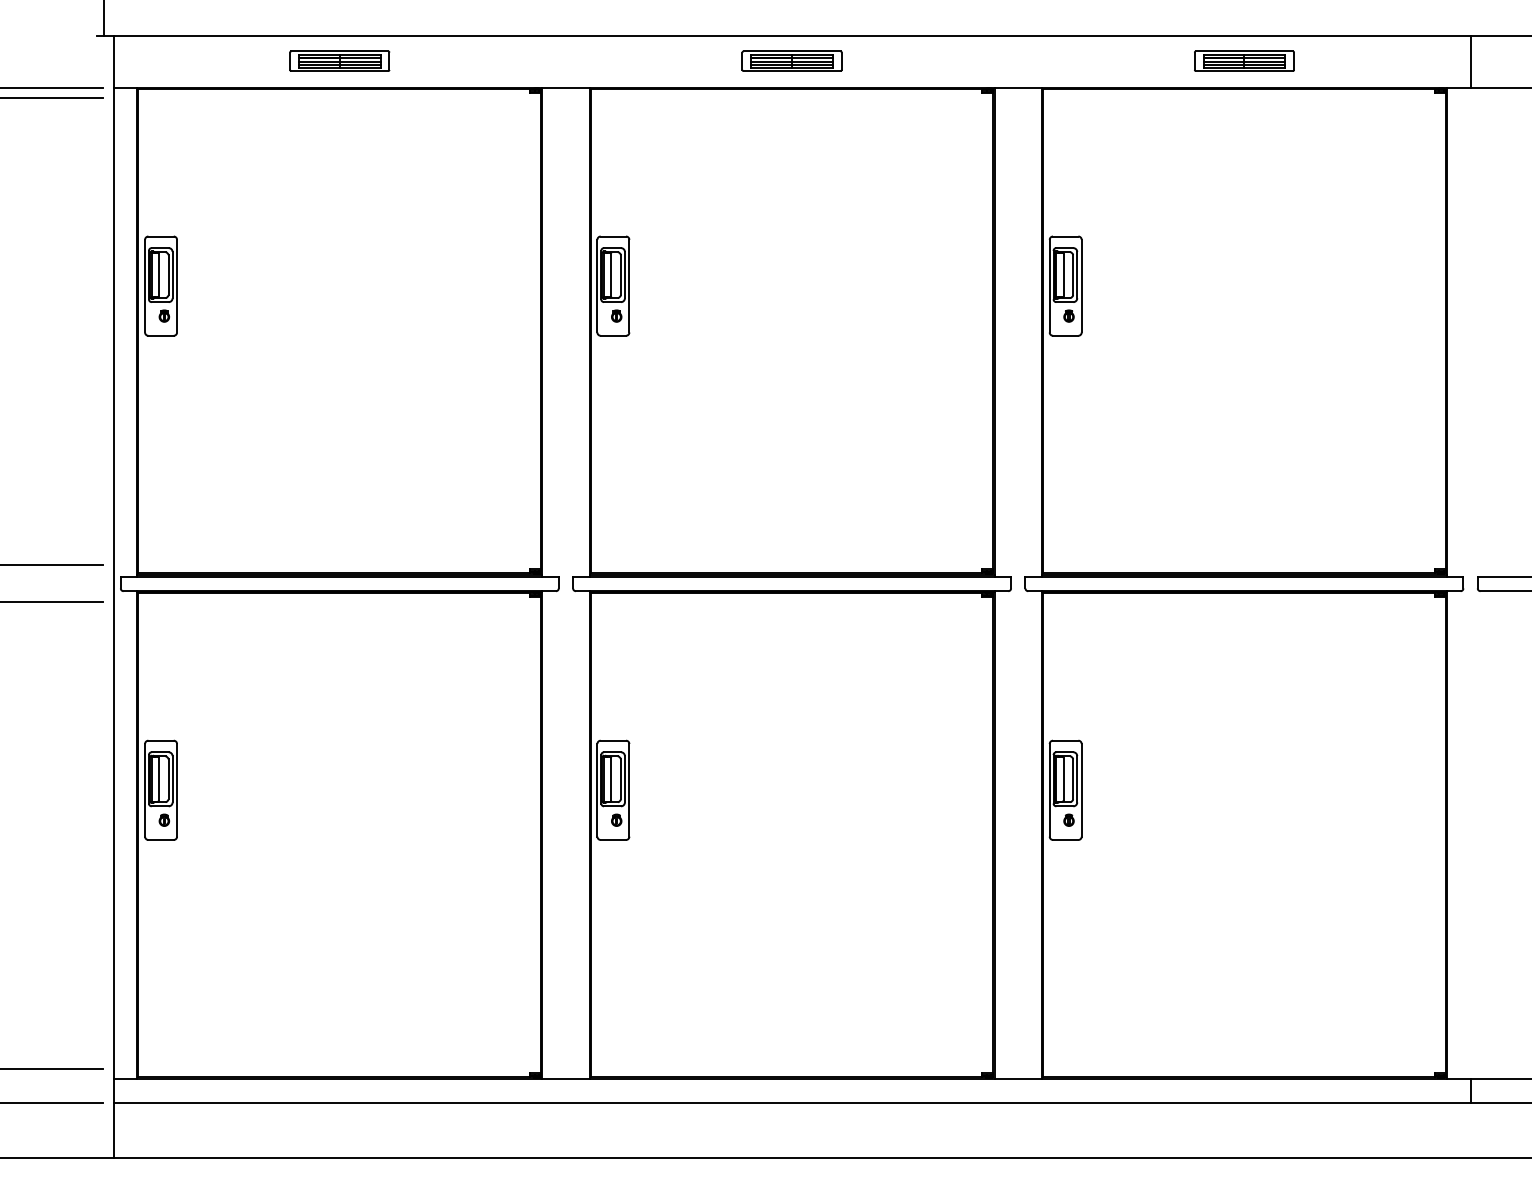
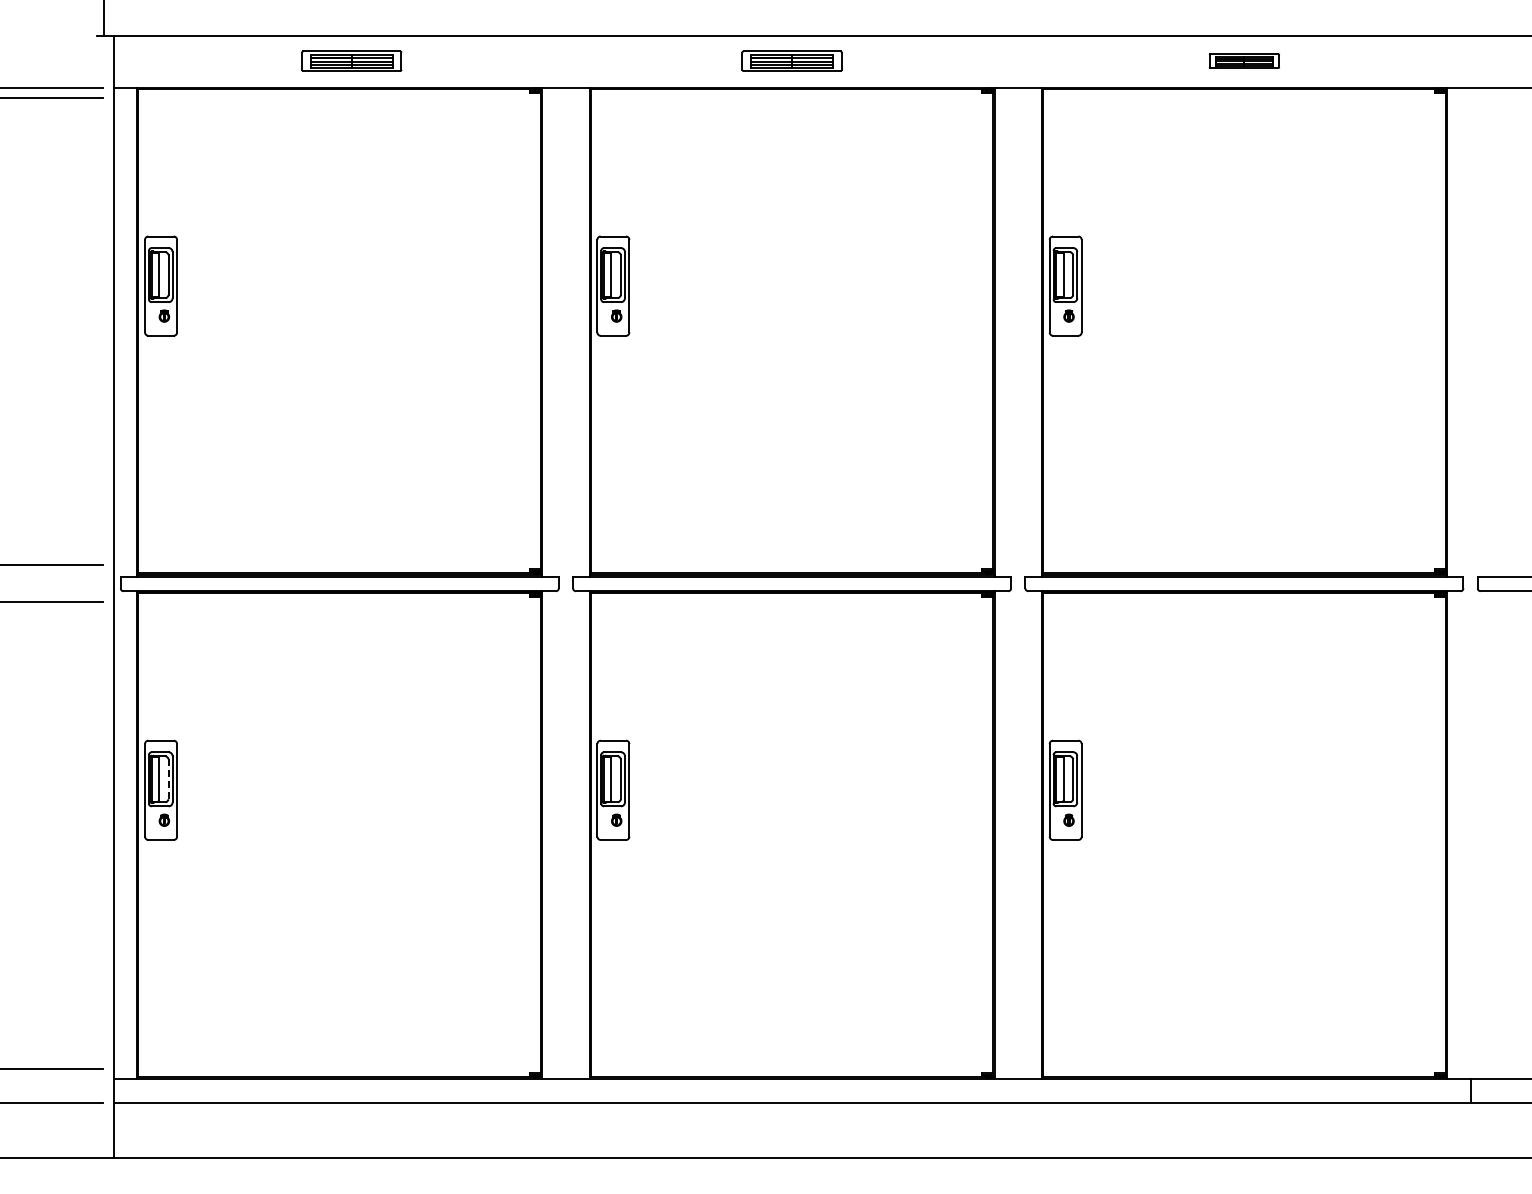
part at (339, 60) position: (339, 60) -> (351, 60)
part at (1244, 60) size: 101x22 px -> 72x16 px
line at (1470, 61): present -> none
line at (168, 779): solid -> dashed
